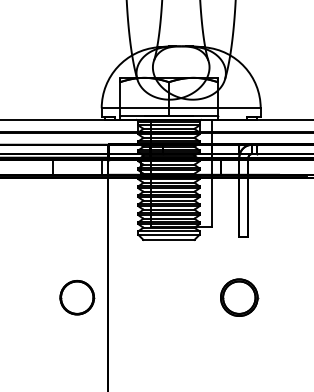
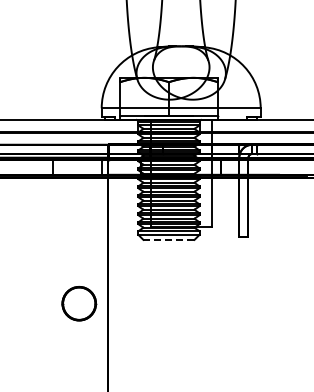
line at (168, 239): solid -> dashed
part at (77, 297) position: (77, 297) -> (79, 303)
part at (239, 297): present -> none
